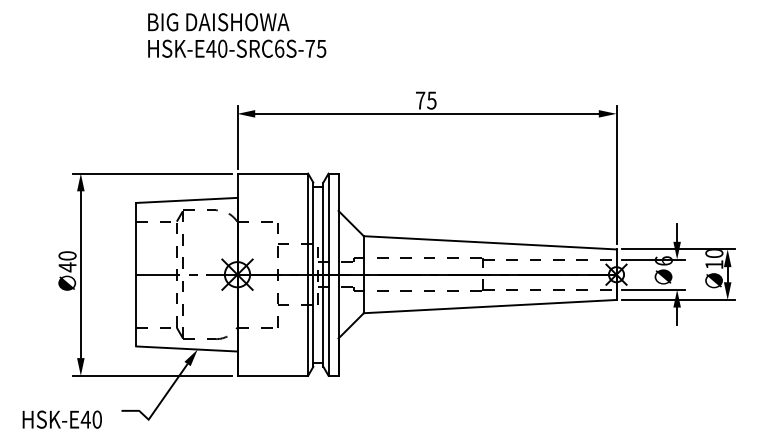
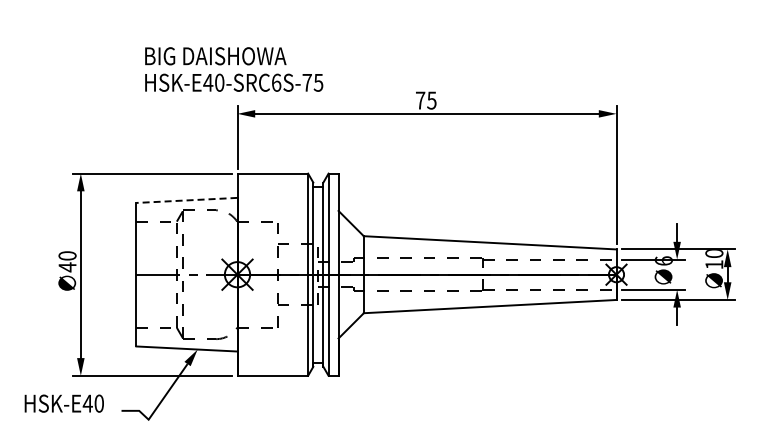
text at (237, 35) position: (237, 35) -> (234, 69)
line at (186, 200): solid -> dashed
text at (61, 419) position: (61, 419) -> (63, 403)
